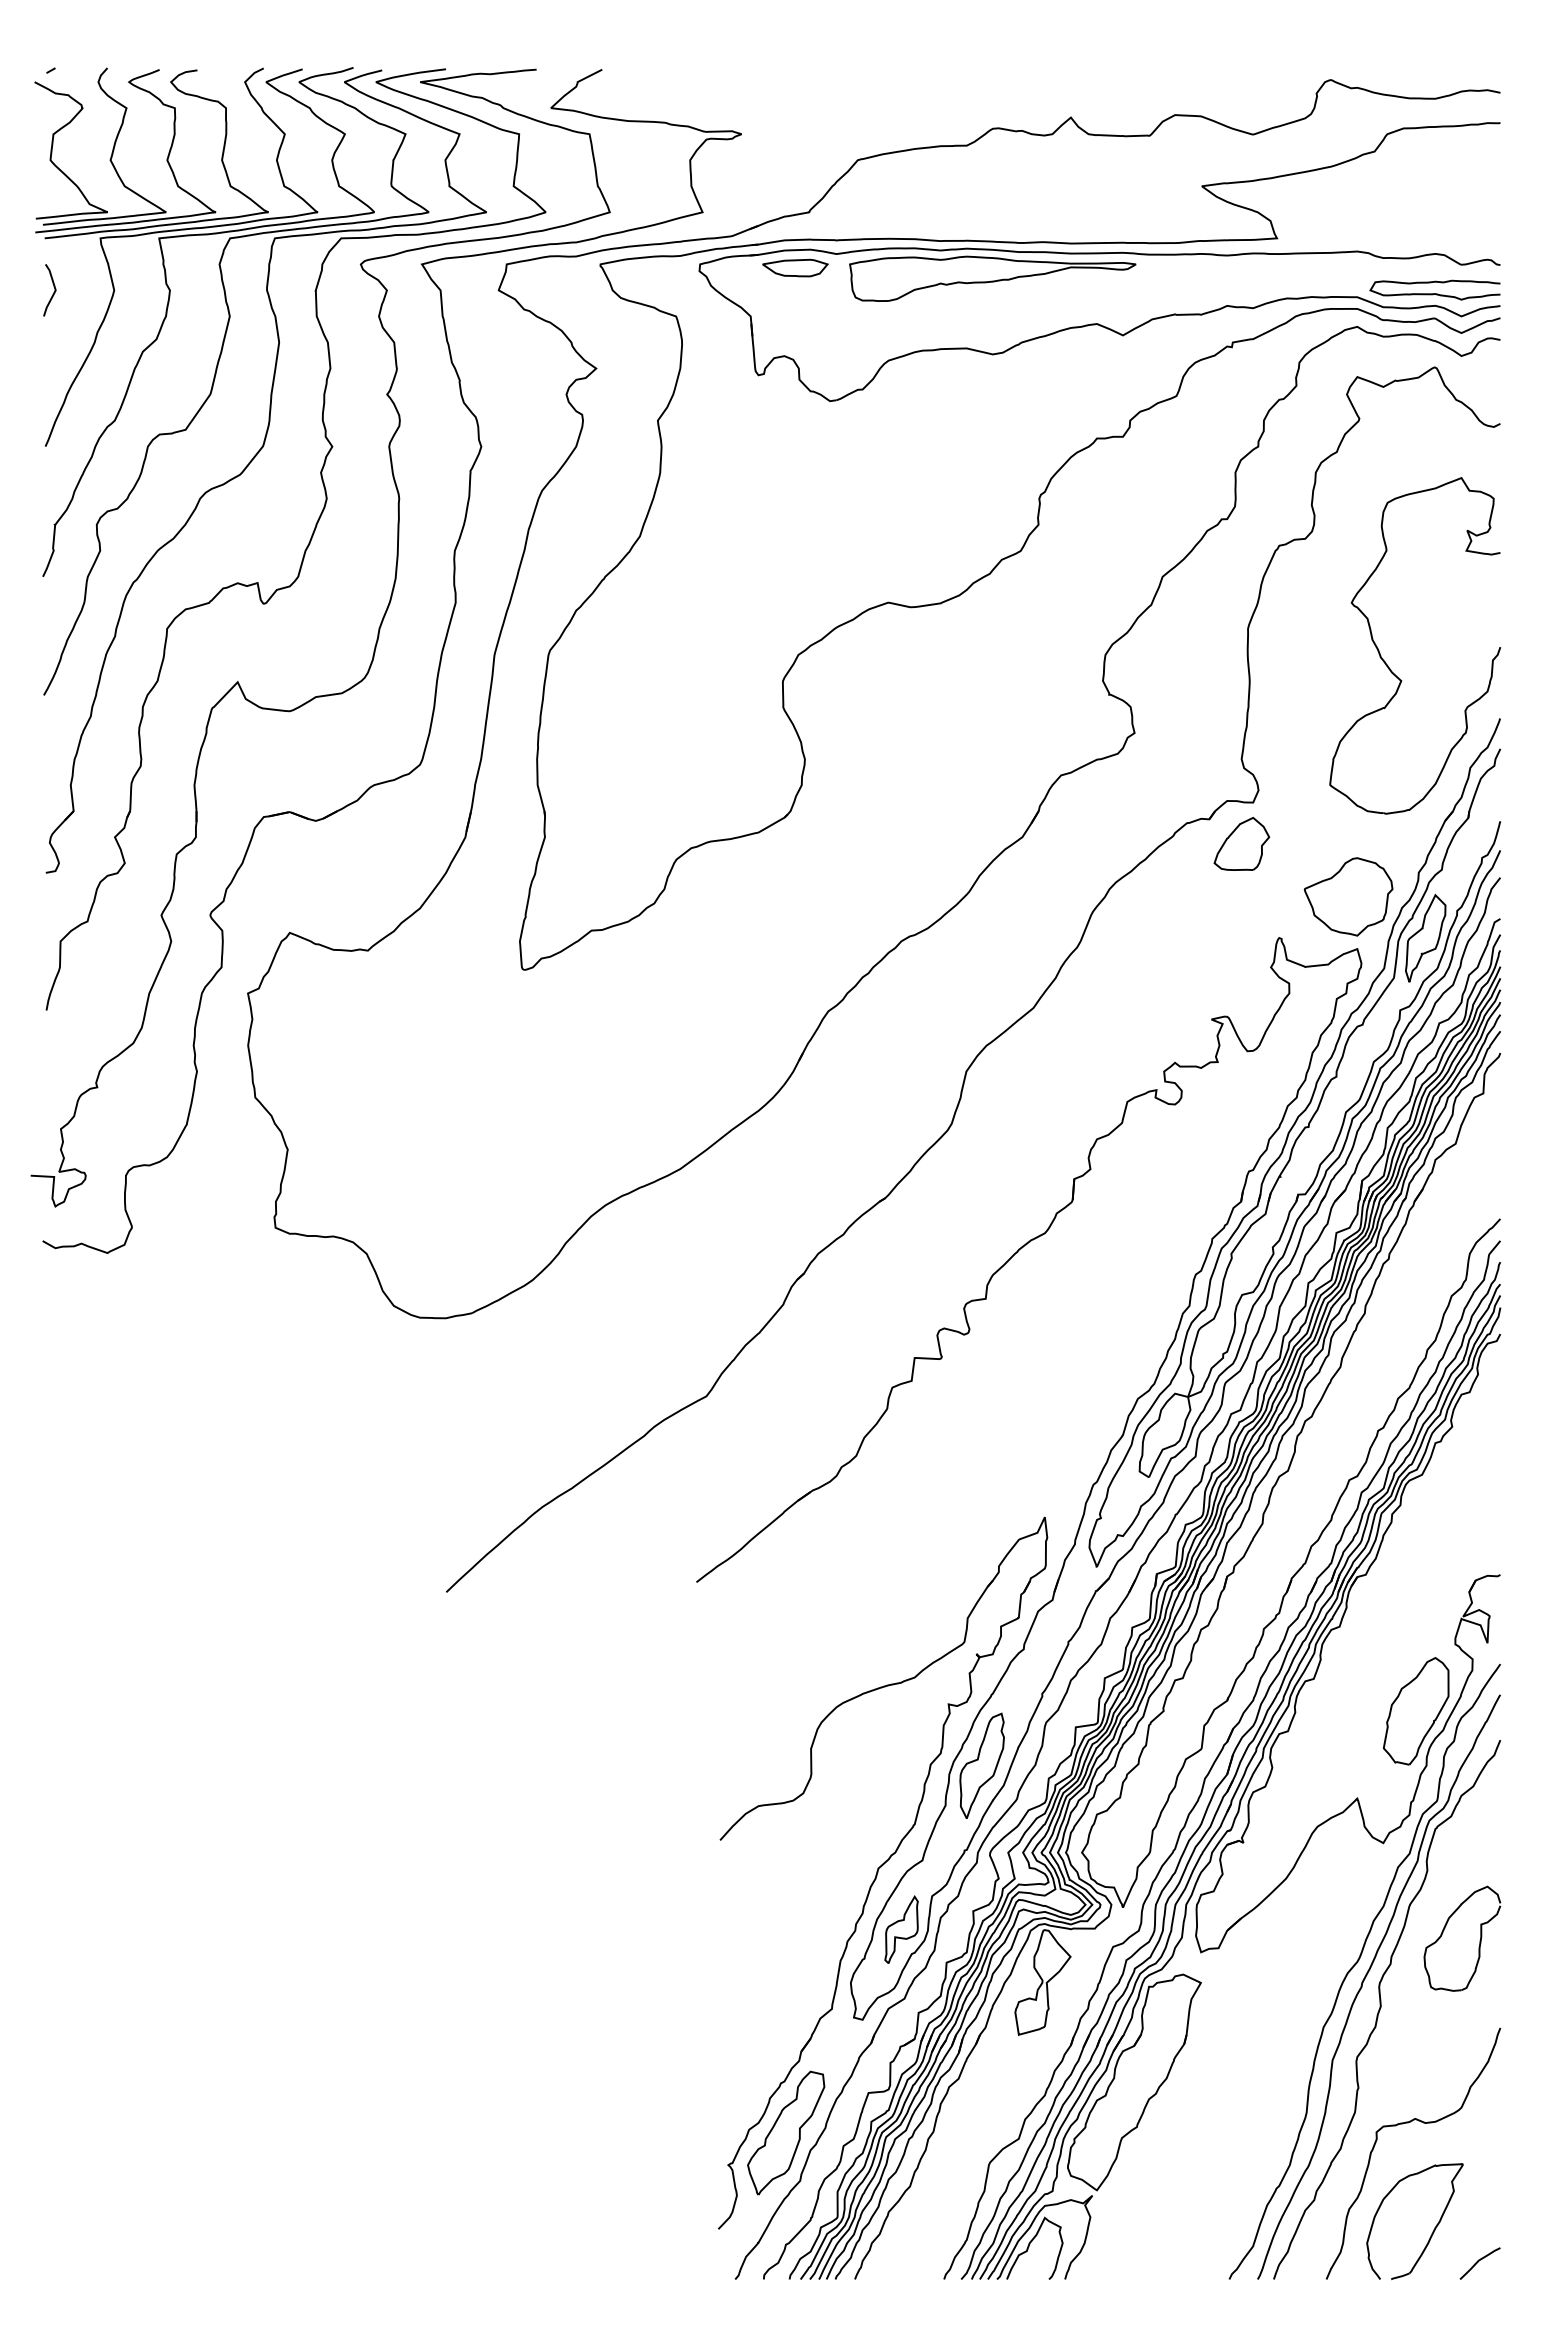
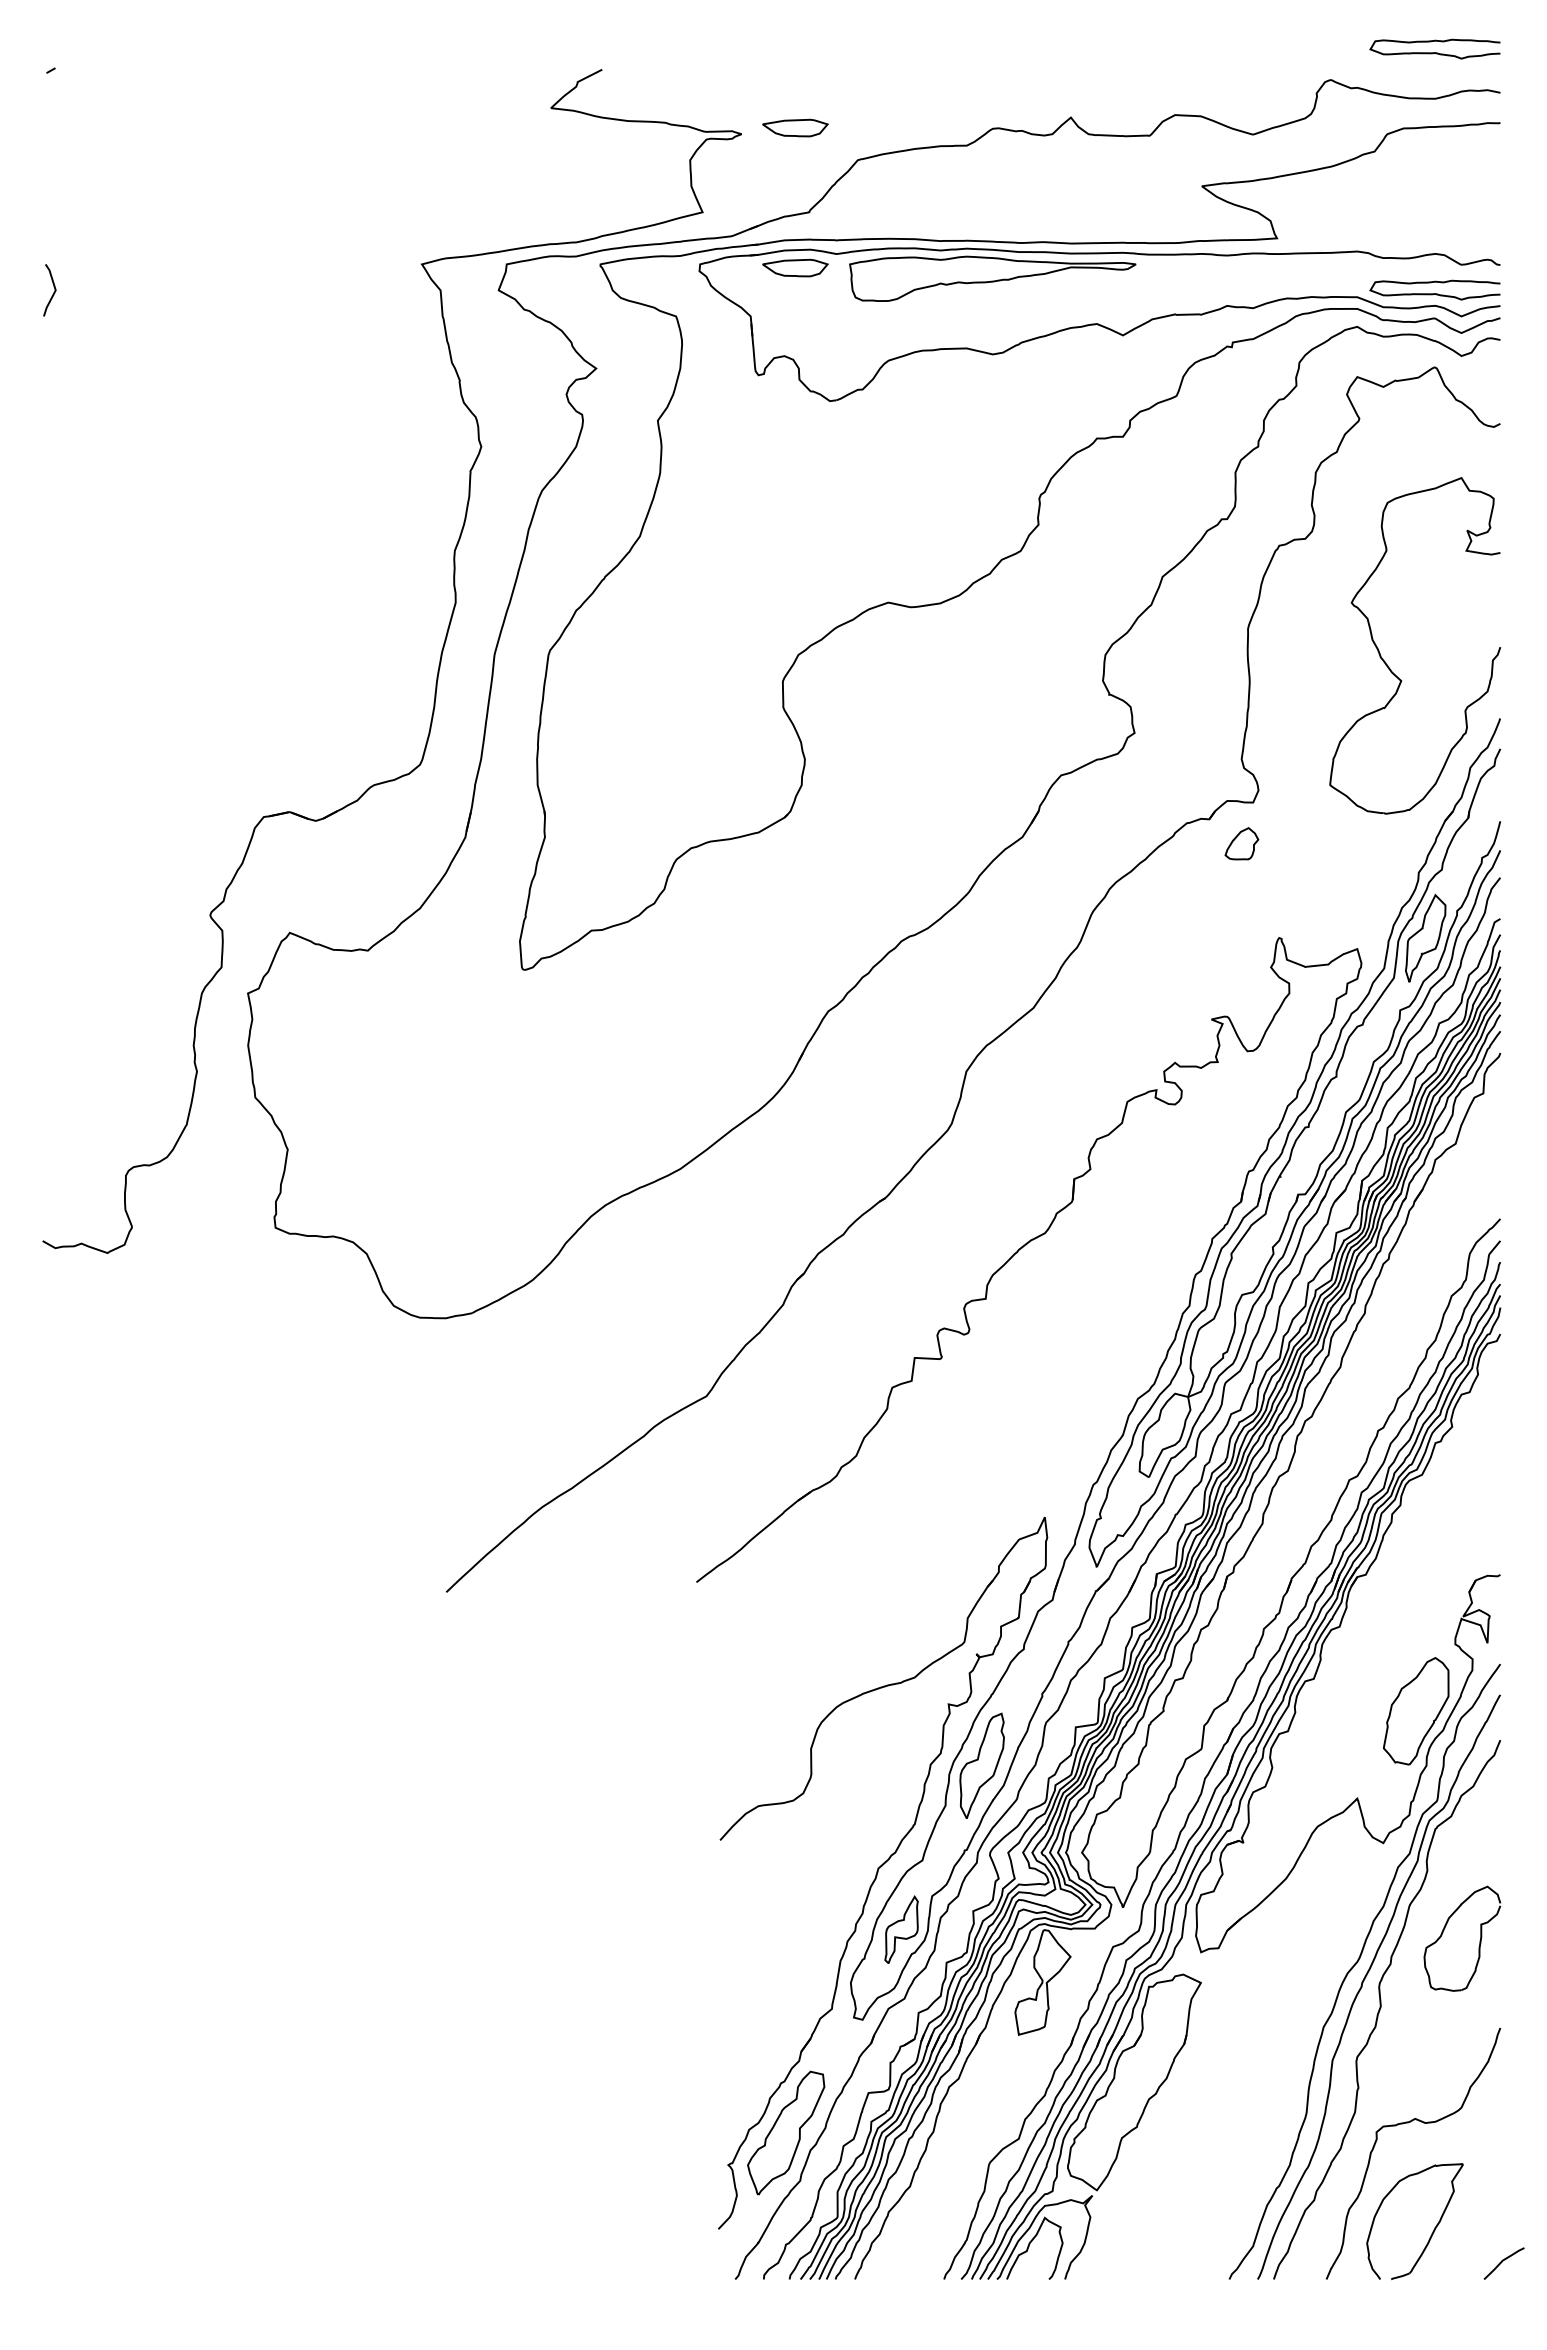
curve at (1434, 52): none -> present
part at (795, 127): none -> present
part at (373, 650): present -> none
part at (1241, 843) size: 58x55 px -> 36x34 px
part at (1348, 896): present -> none
curve at (1478, 2262) position: (1478, 2262) -> (1502, 2262)
